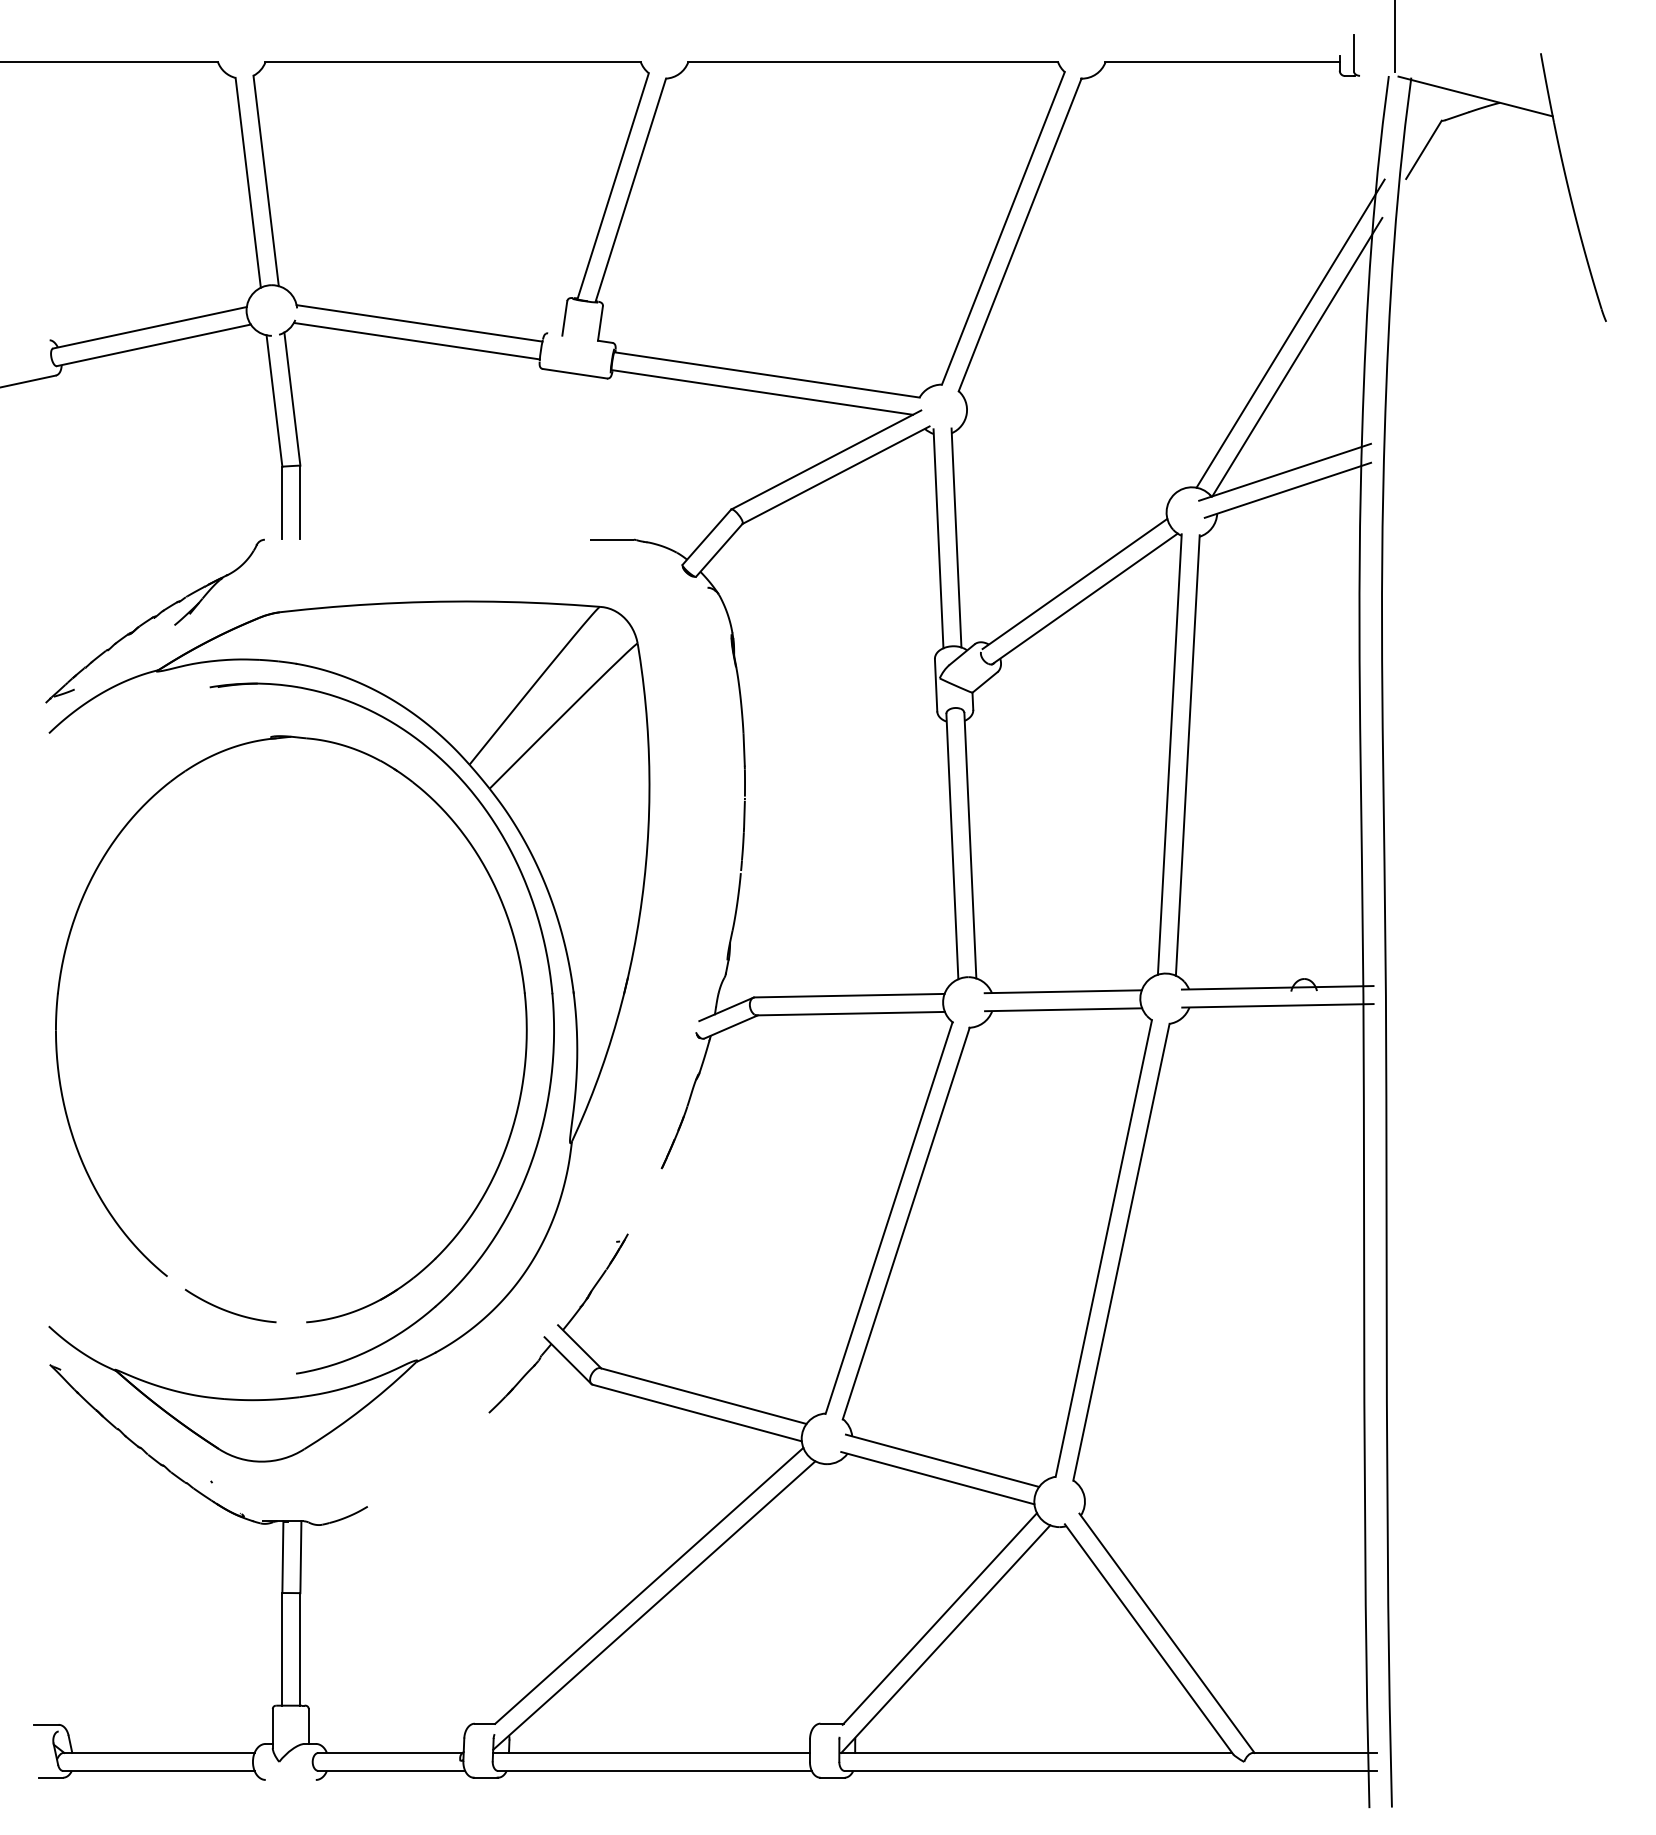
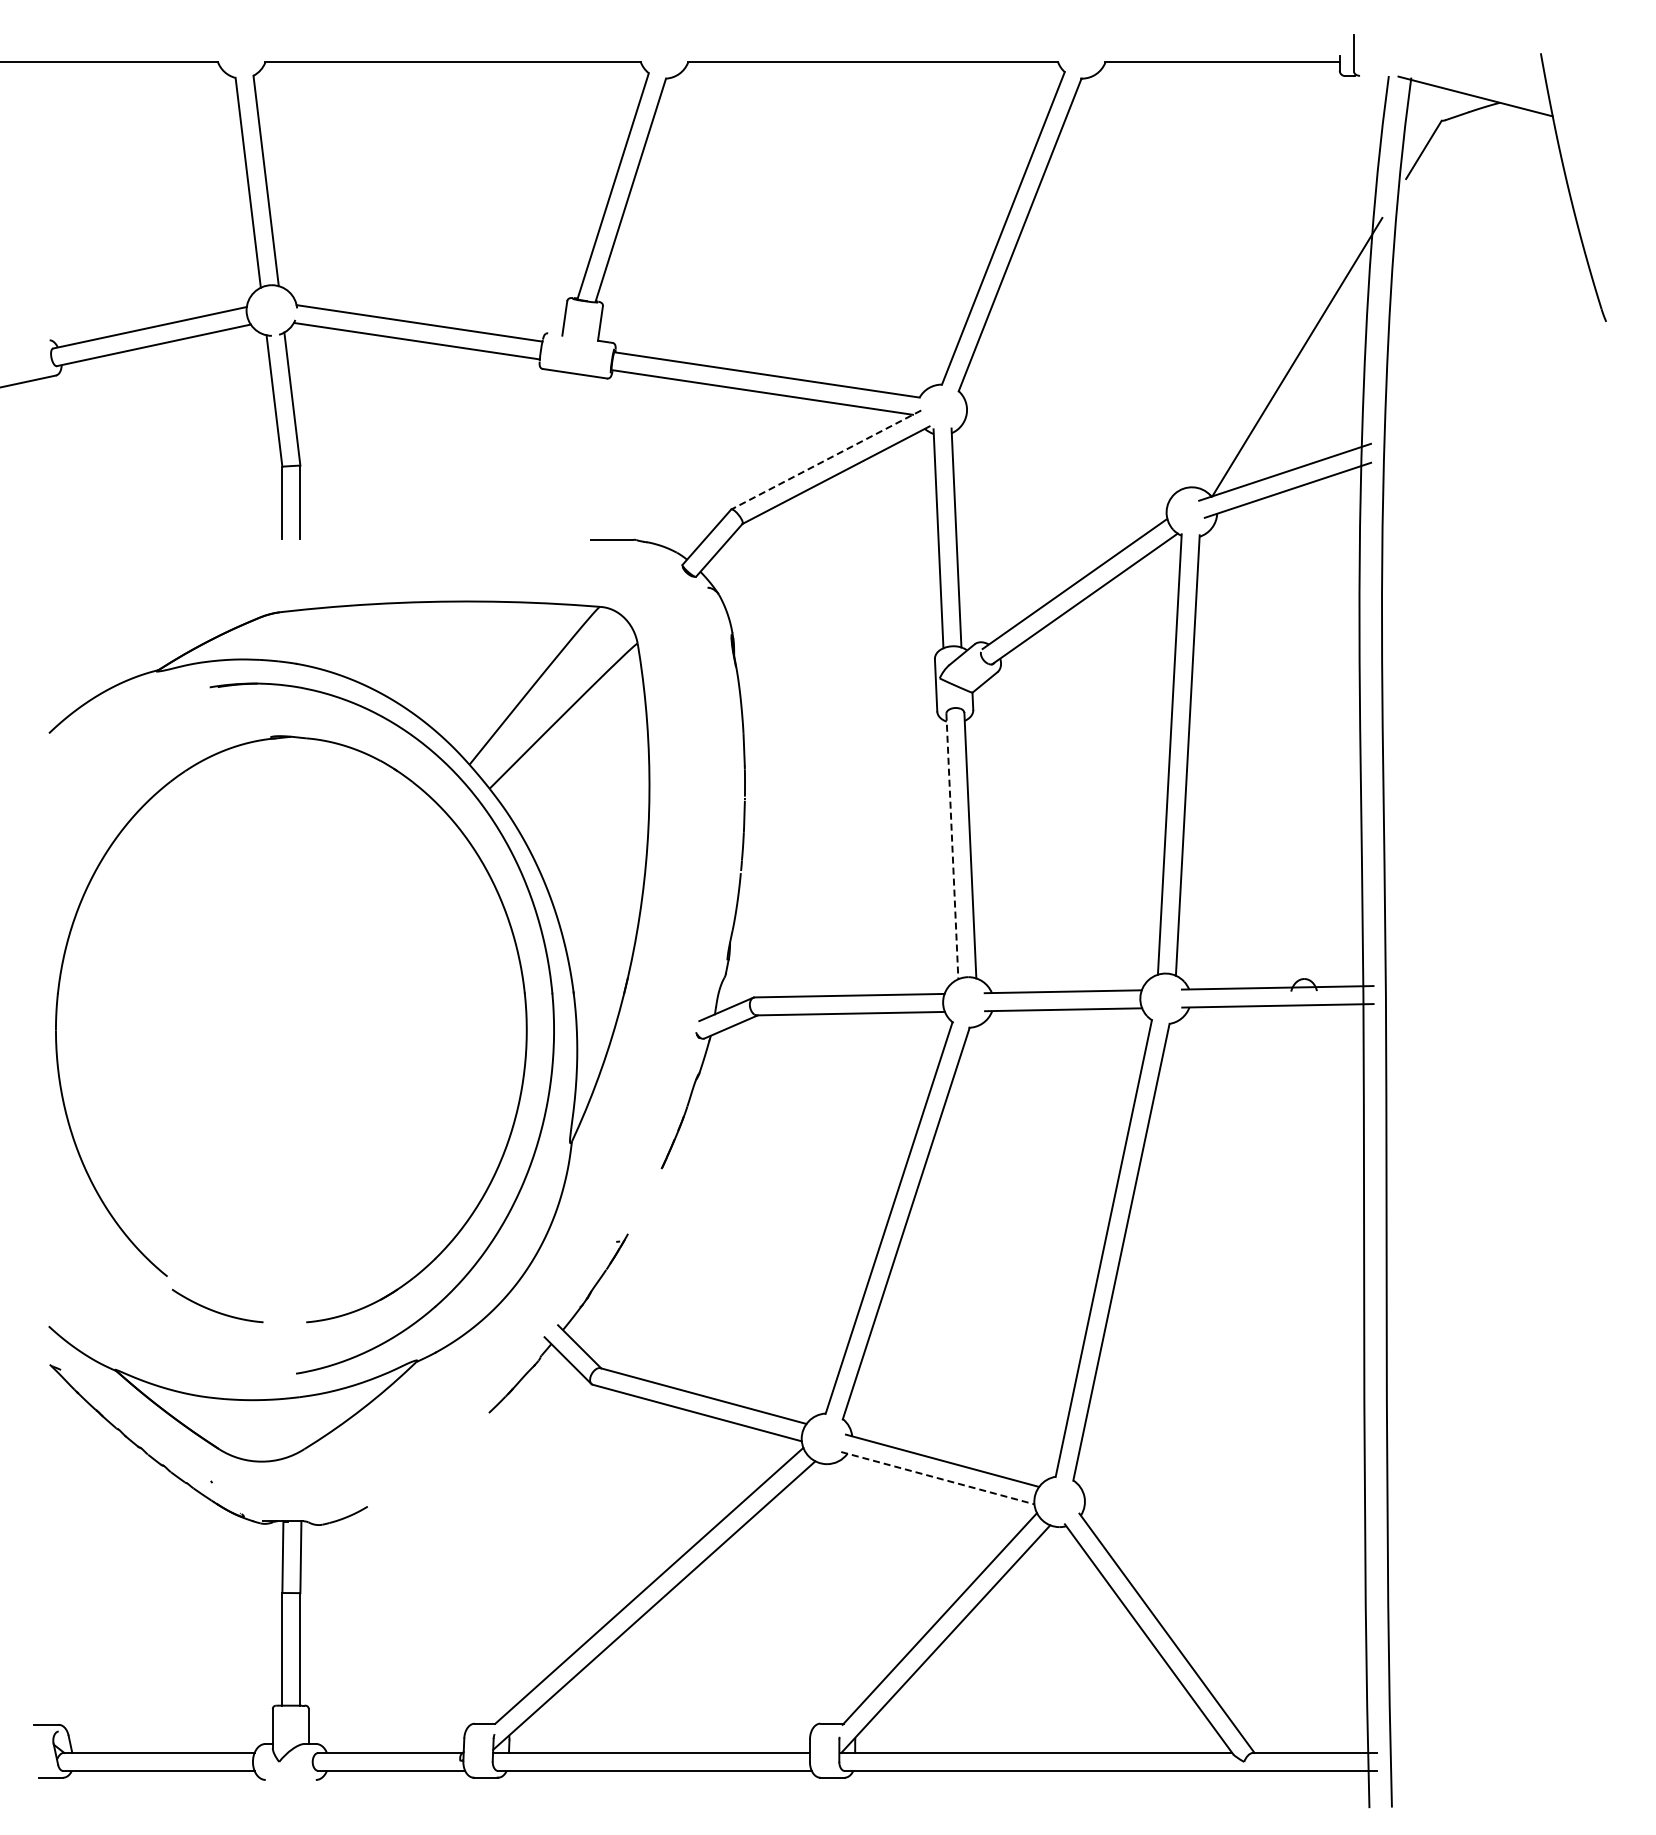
line at (1395, 37): present -> none
line at (1290, 333): present -> none
line at (825, 460): solid -> dashed
part at (154, 620): present -> none
line at (952, 846): solid -> dashed
curve at (228, 1310) position: (228, 1310) -> (215, 1310)
line at (938, 1478): solid -> dashed
